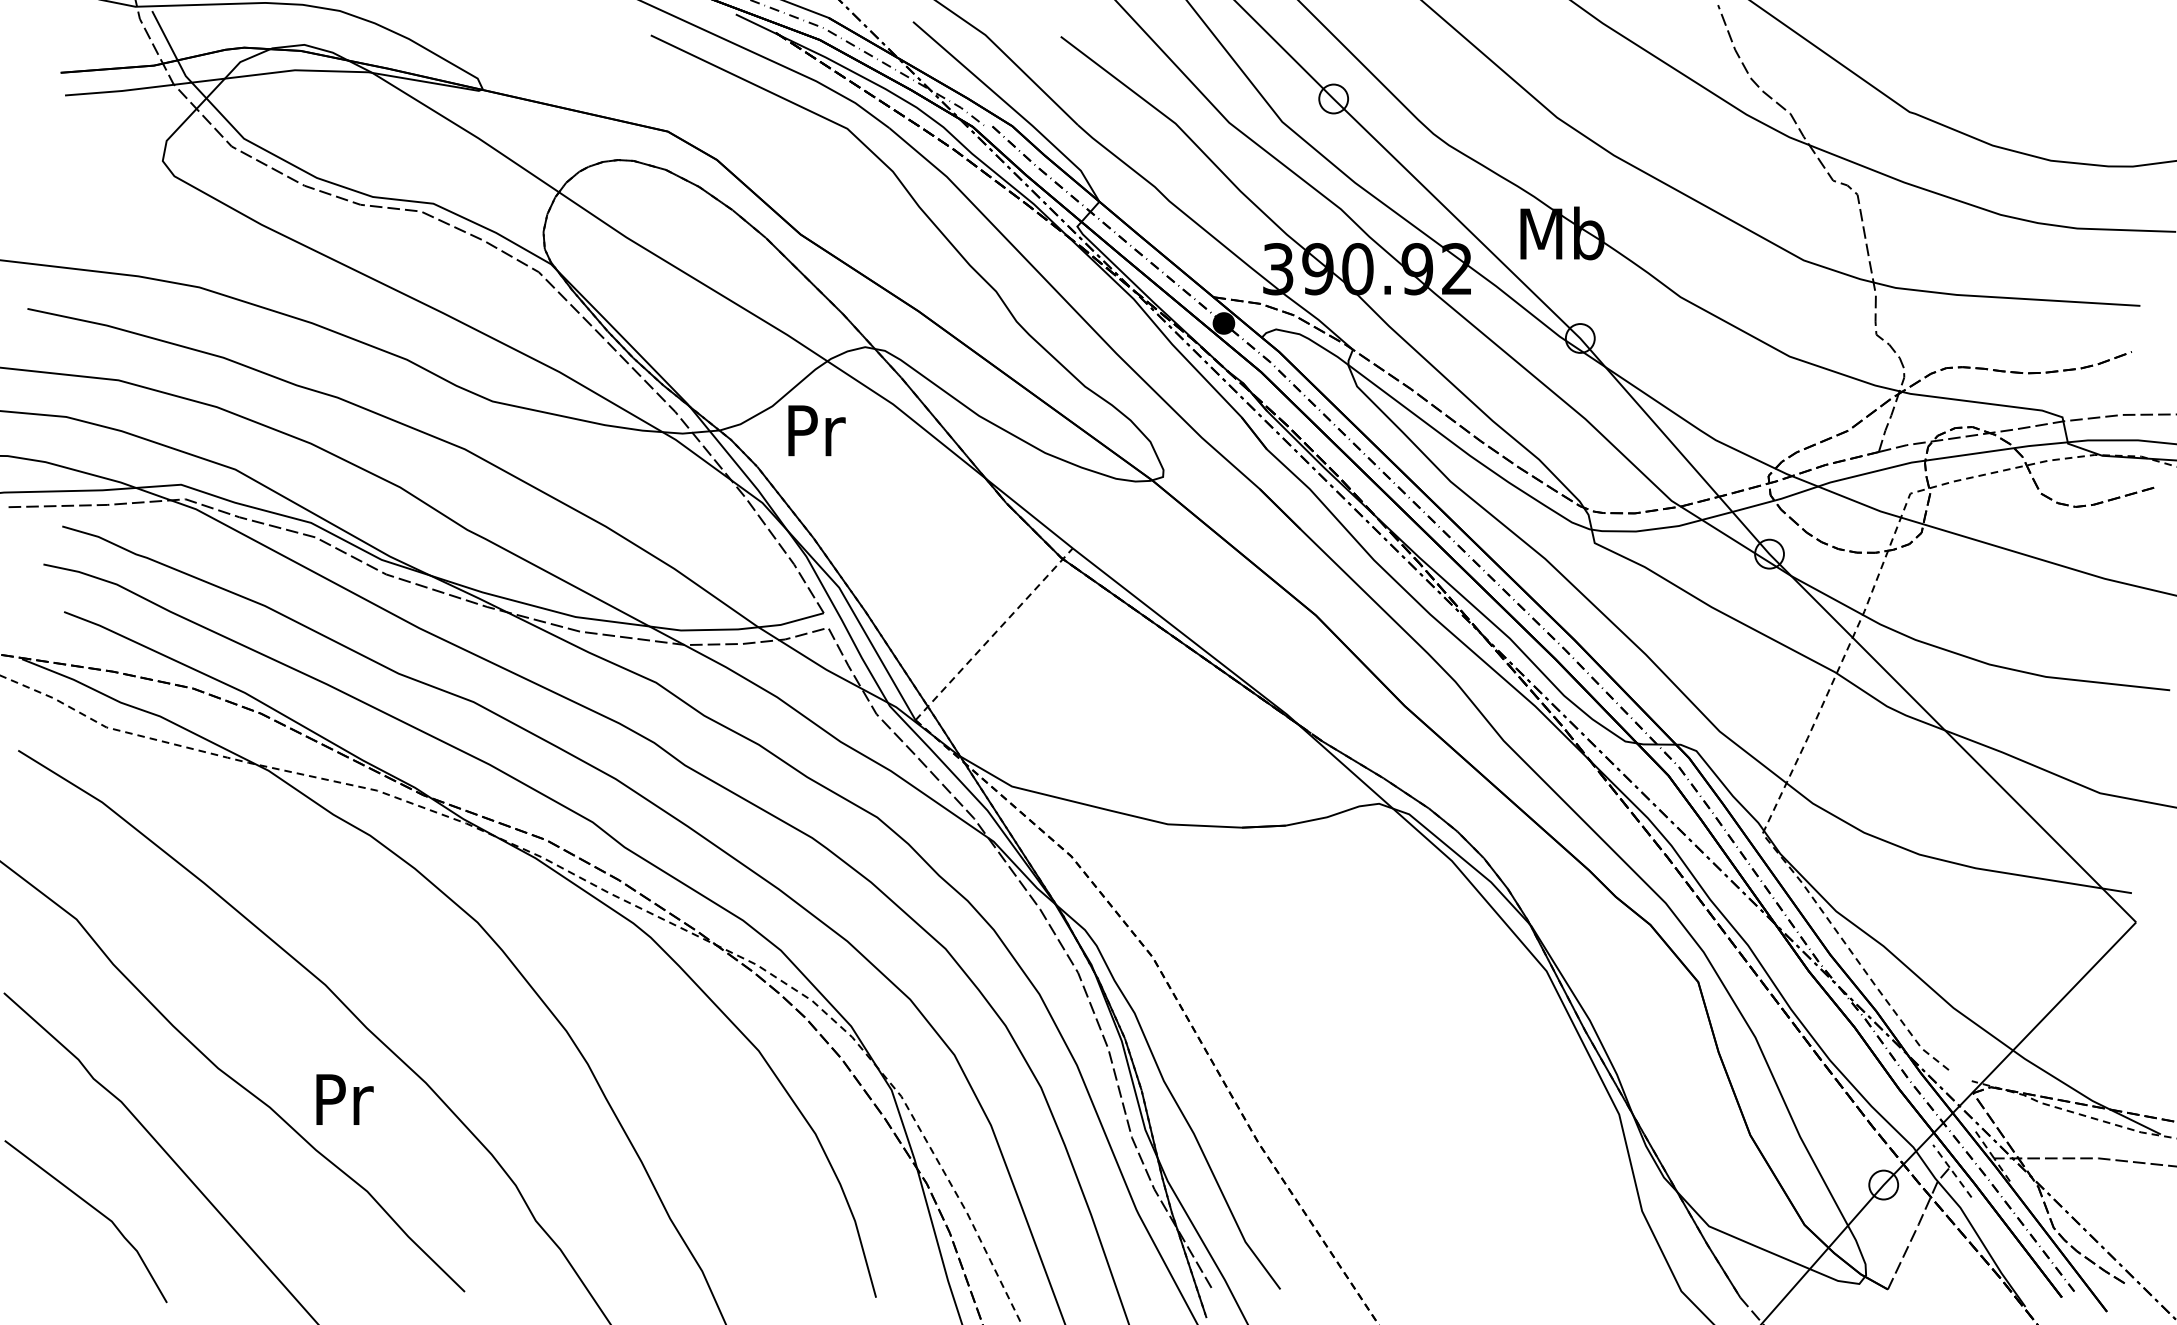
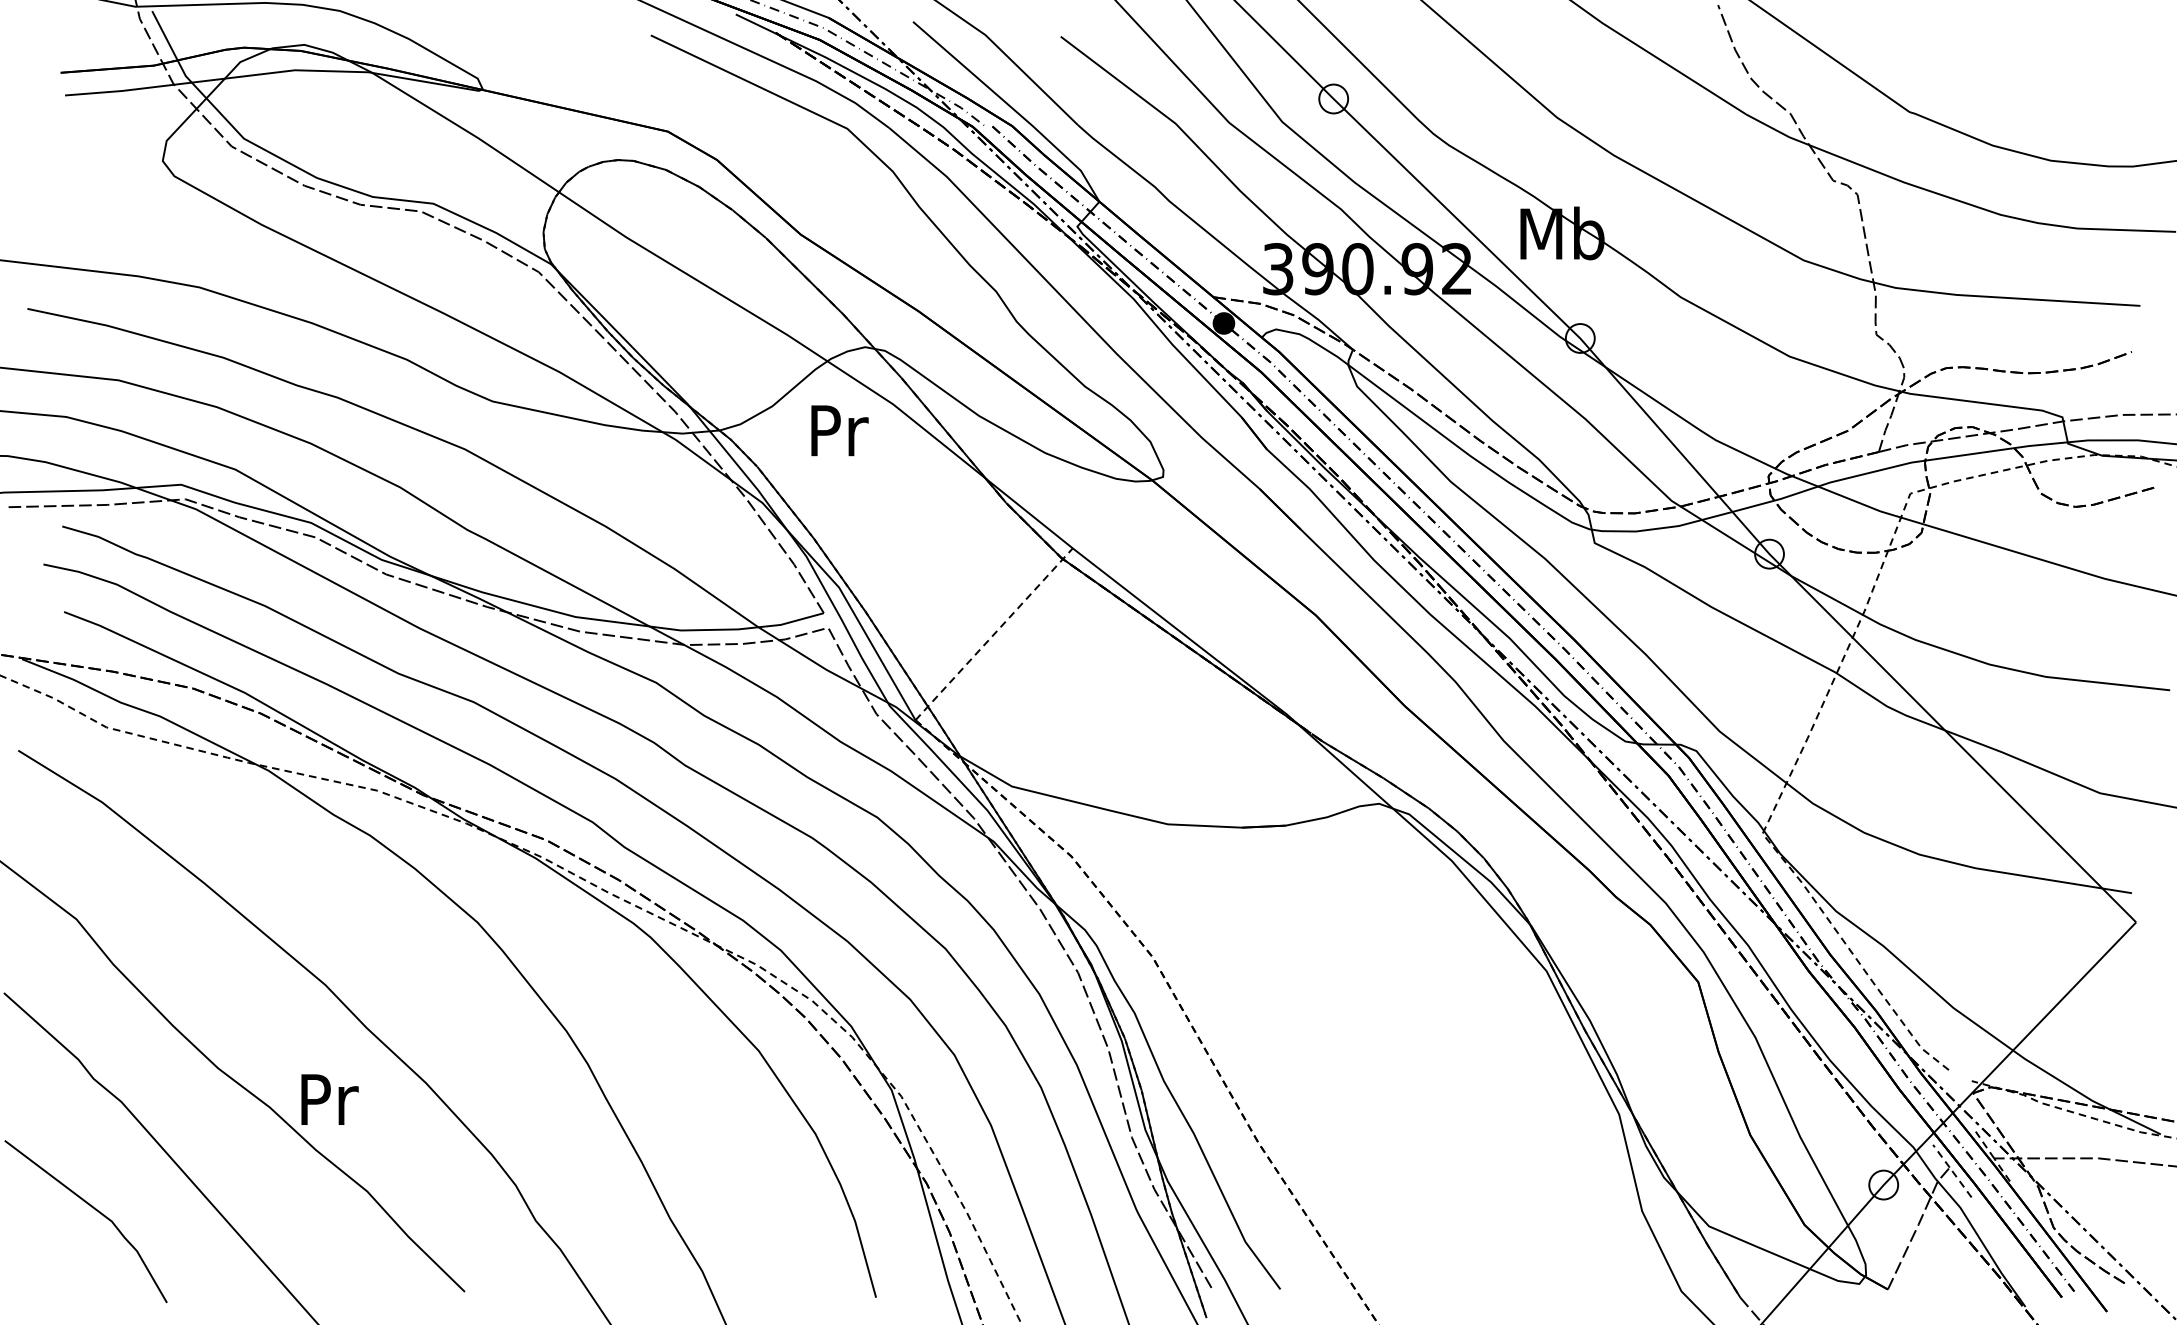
text at (816, 430) position: (816, 430) -> (839, 430)
text at (344, 1099) position: (344, 1099) -> (329, 1099)
